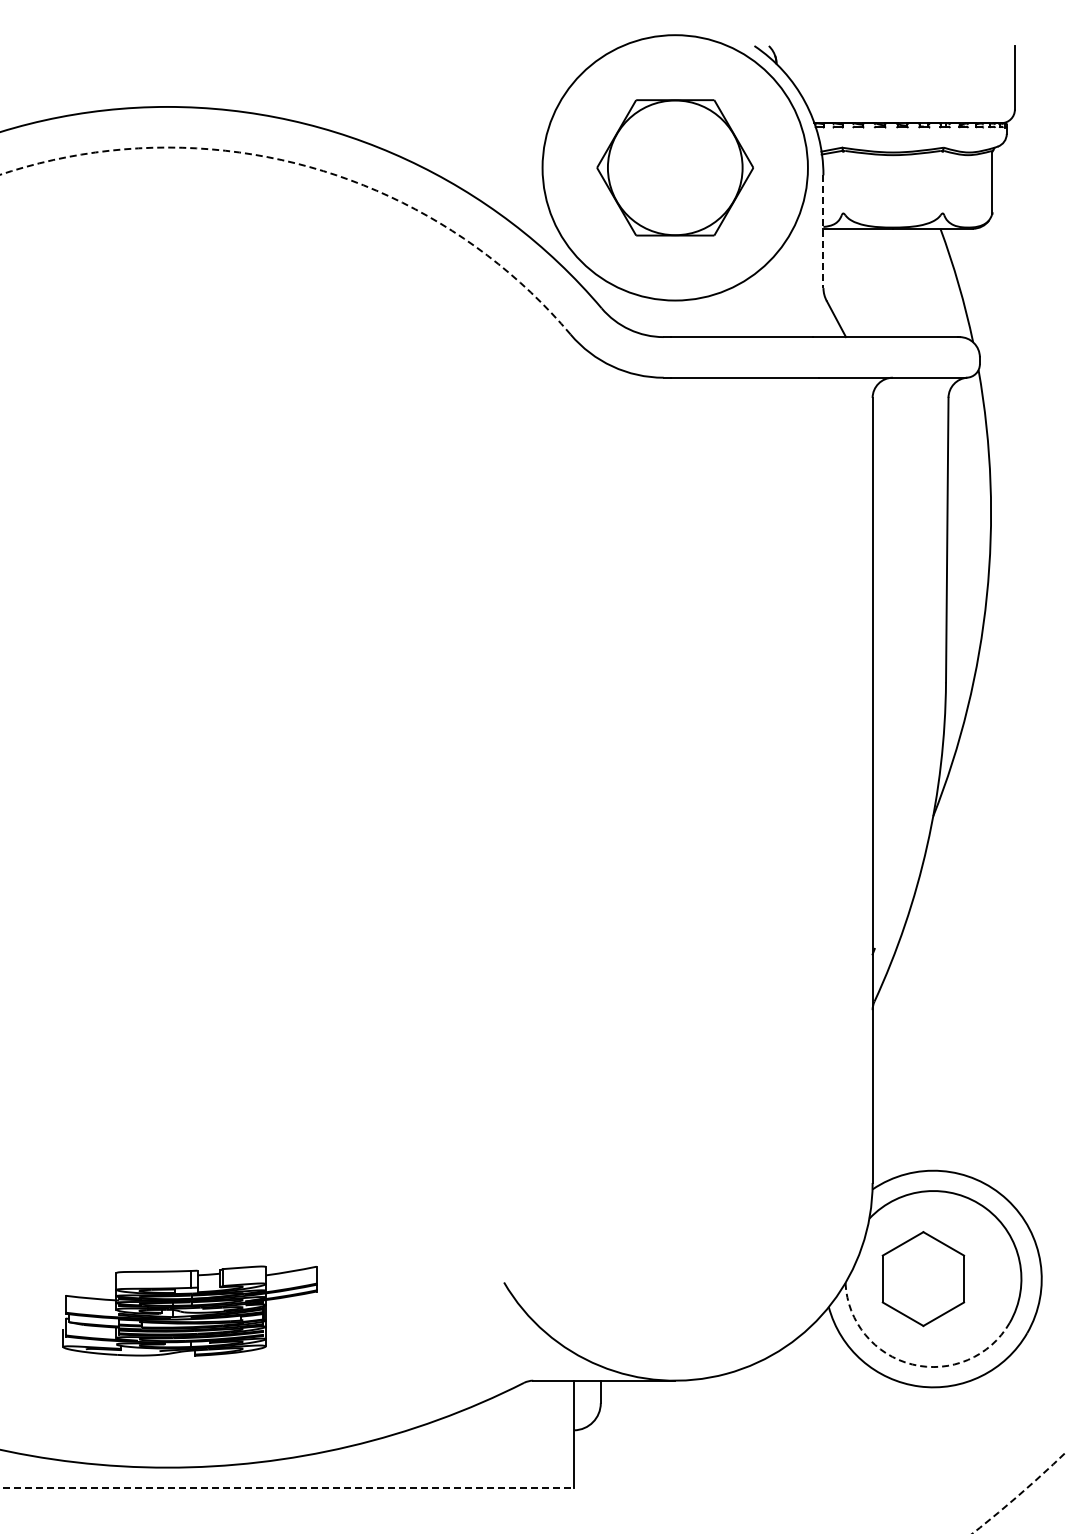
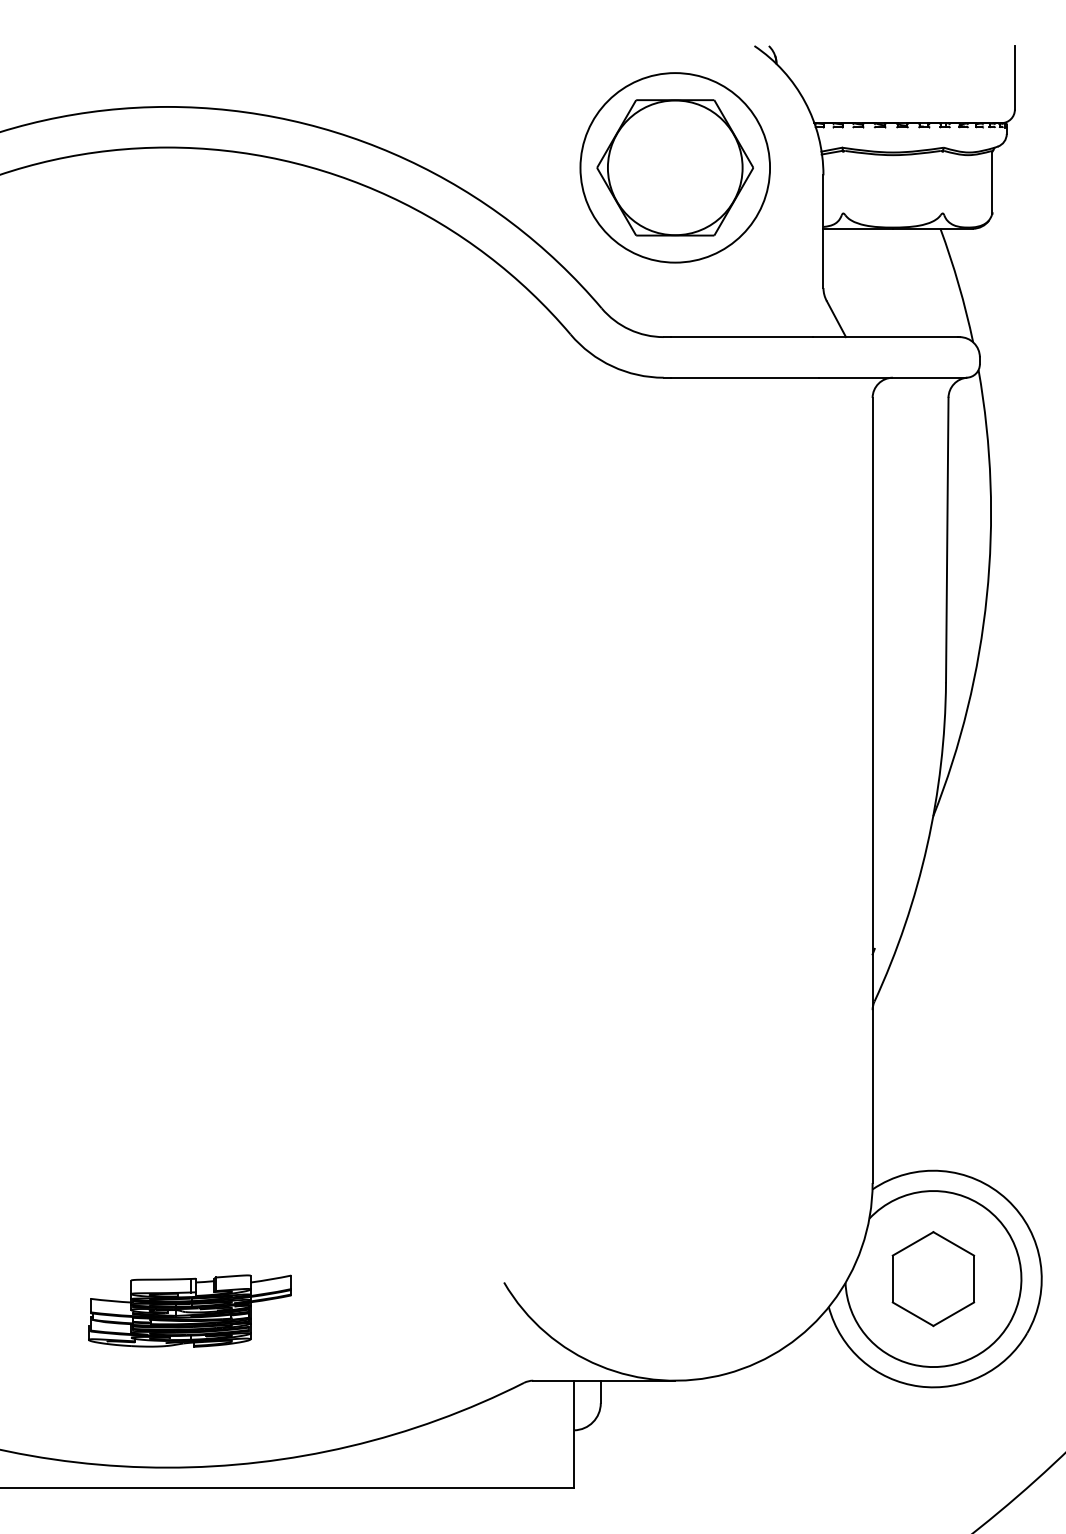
arc at (310, 167): dashed -> solid
circle at (674, 167) diameter: 265 px -> 190 px
line at (823, 232): dashed -> solid
part at (923, 1279) position: (923, 1279) -> (933, 1279)
part at (189, 1310) size: 256x92 px -> 204x74 px
arc at (912, 1364): dashed -> solid
line at (286, 1487): dashed -> solid
arc at (1019, 1494): dashed -> solid
